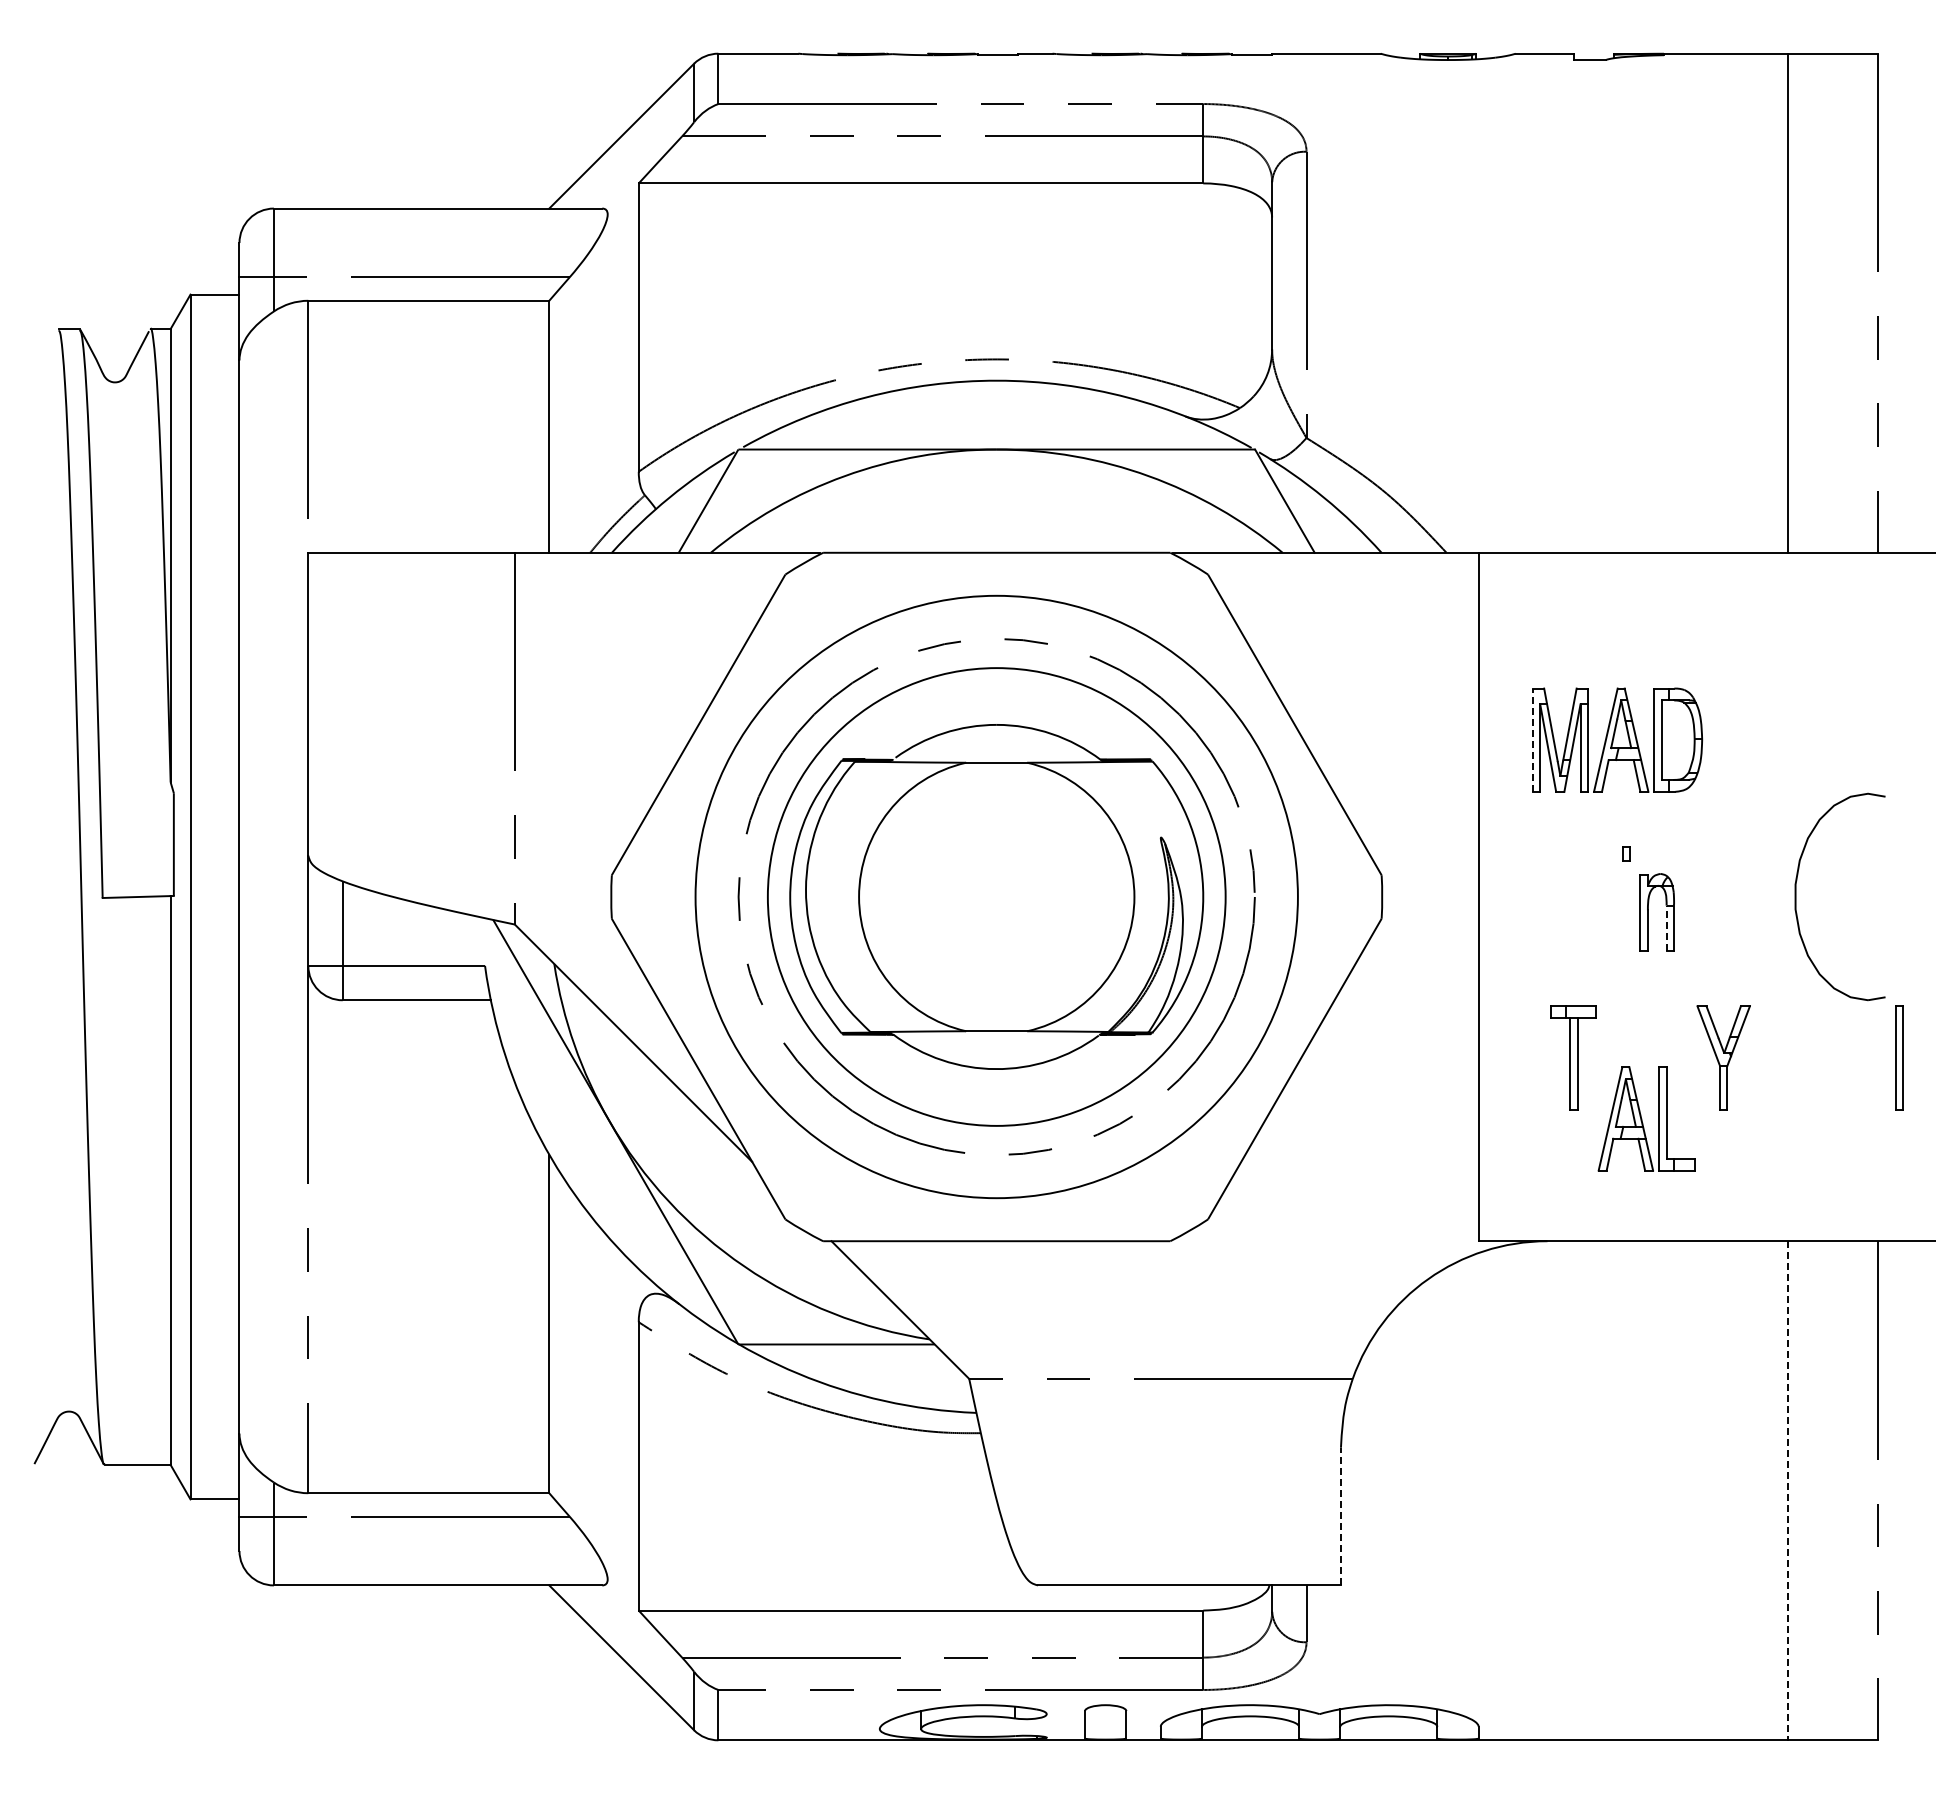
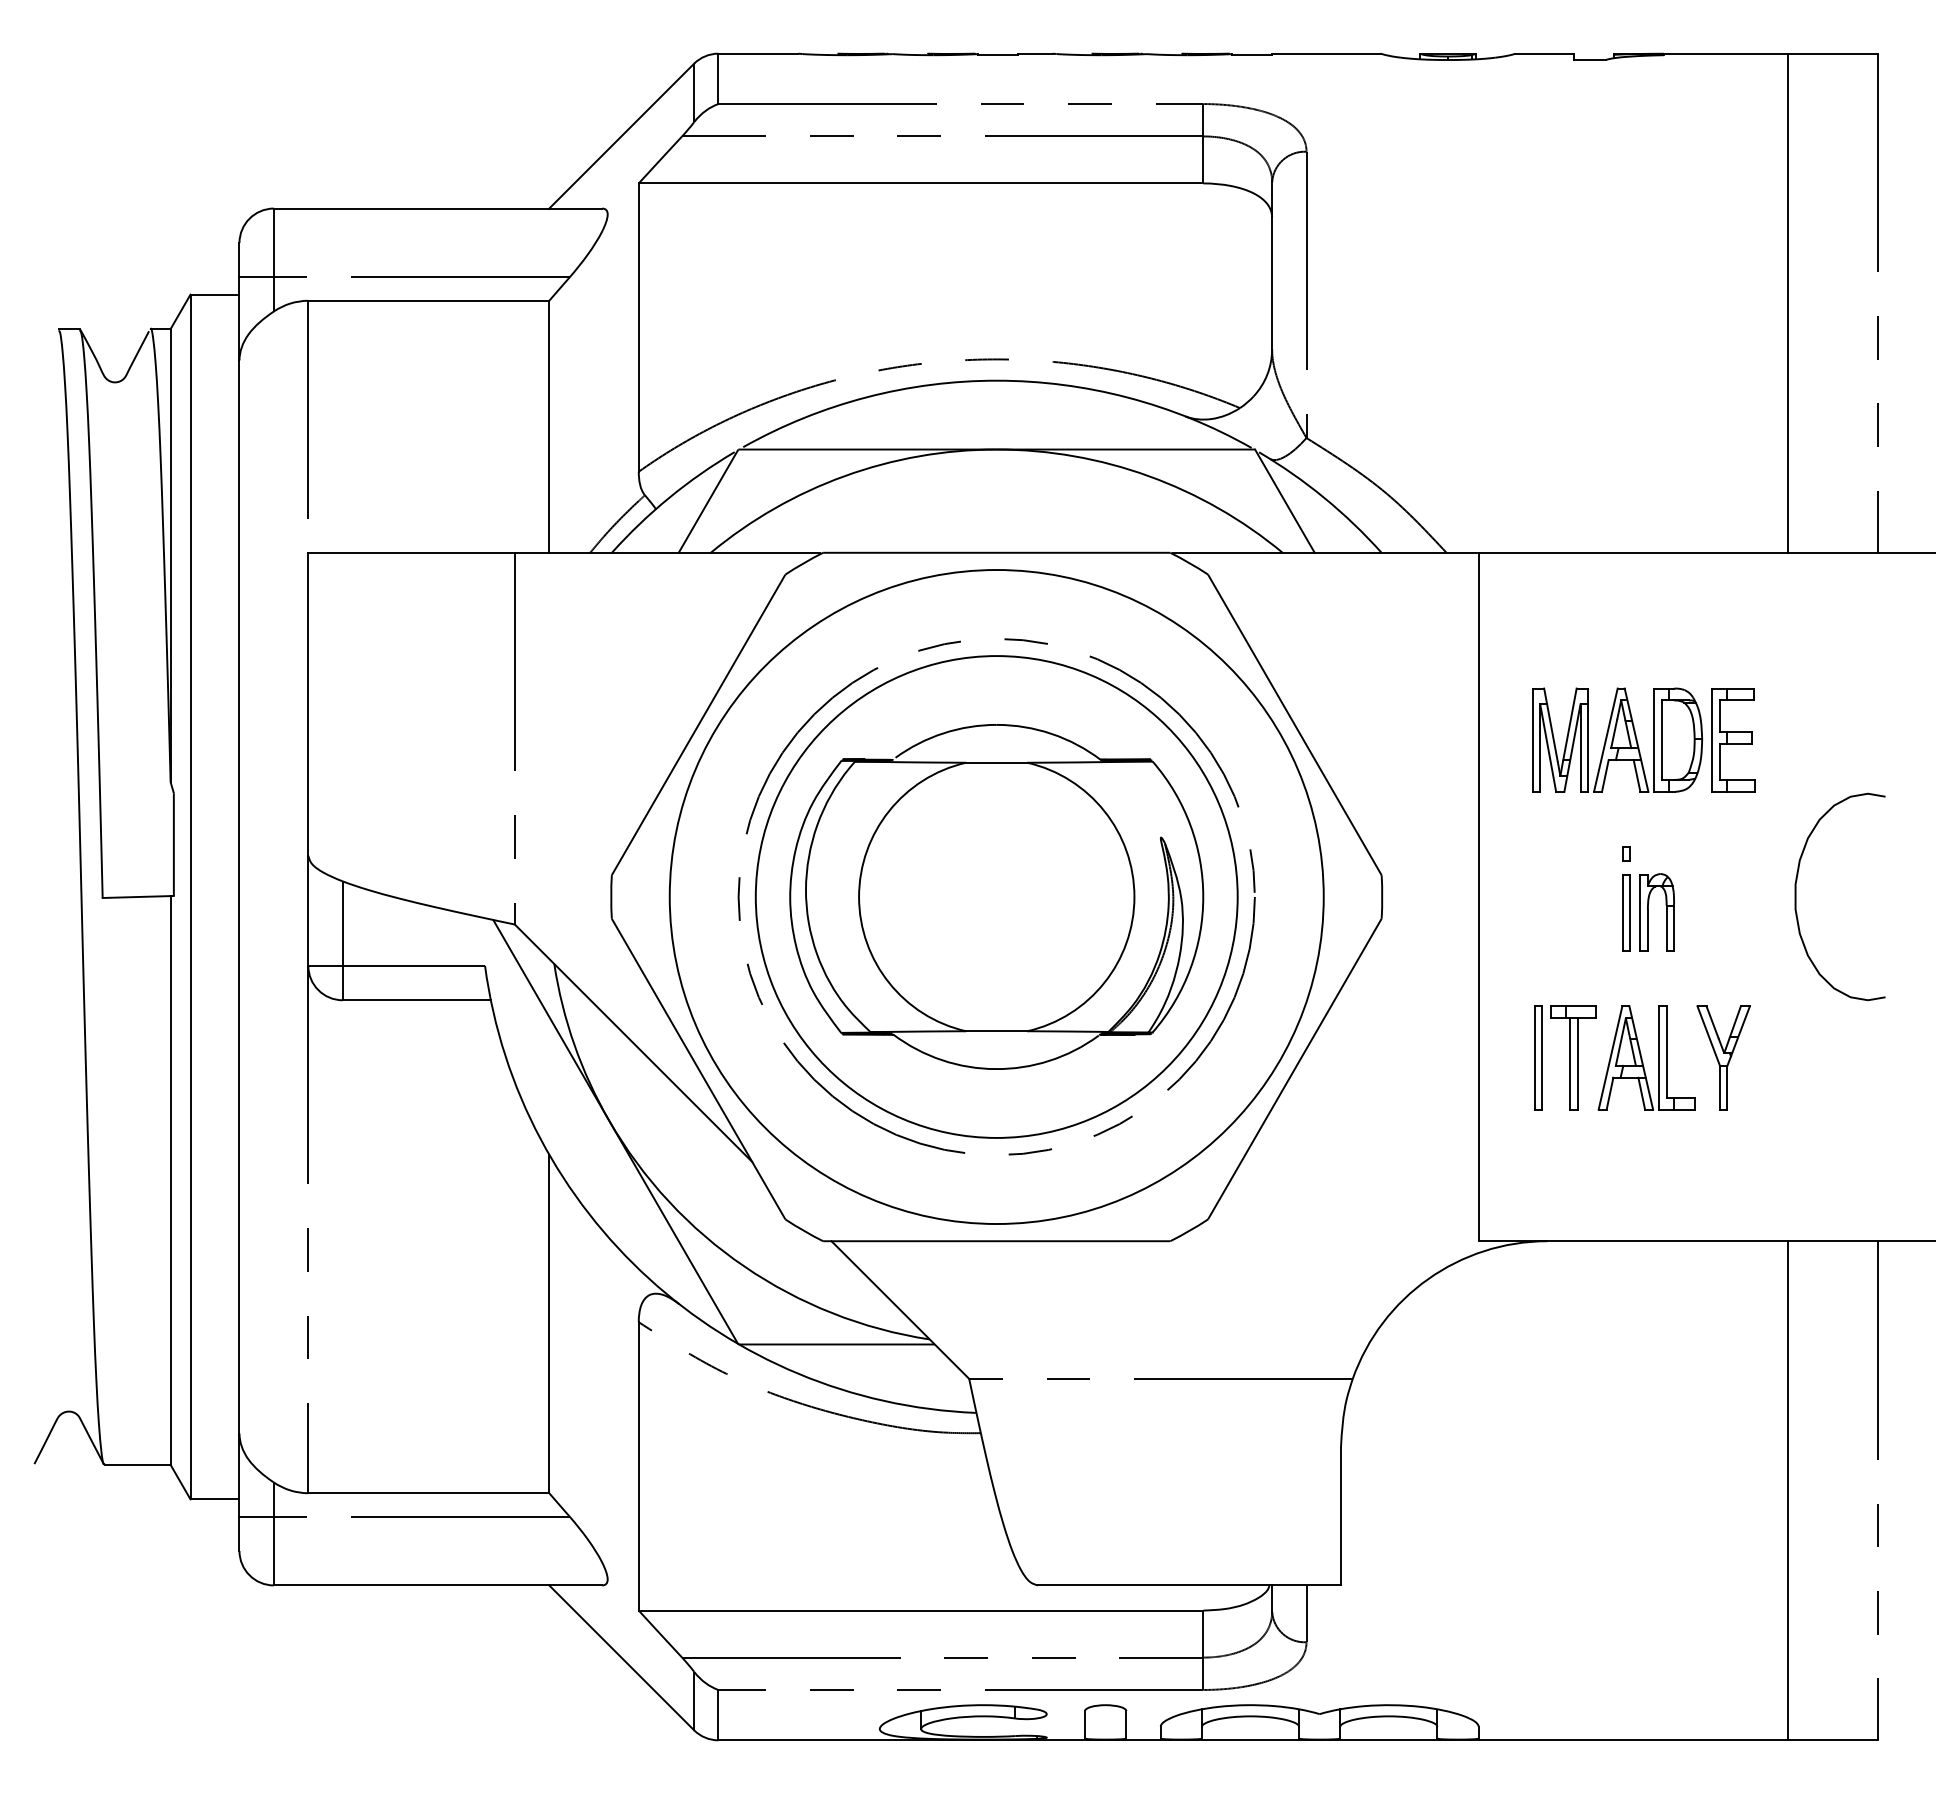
line at (1532, 740): dashed -> solid
part at (1733, 740): none -> present
circle at (996, 896) diameter: 458 px -> 654 px
circle at (996, 896) diameter: 602 px -> 482 px
part at (1626, 912): none -> present
line at (1666, 928): dashed -> solid
part at (1899, 1057) position: (1899, 1057) -> (1538, 1057)
part at (1646, 1118) position: (1646, 1118) -> (1646, 1057)
line at (1788, 1490): dashed -> solid
line at (1340, 1516): dashed -> solid
